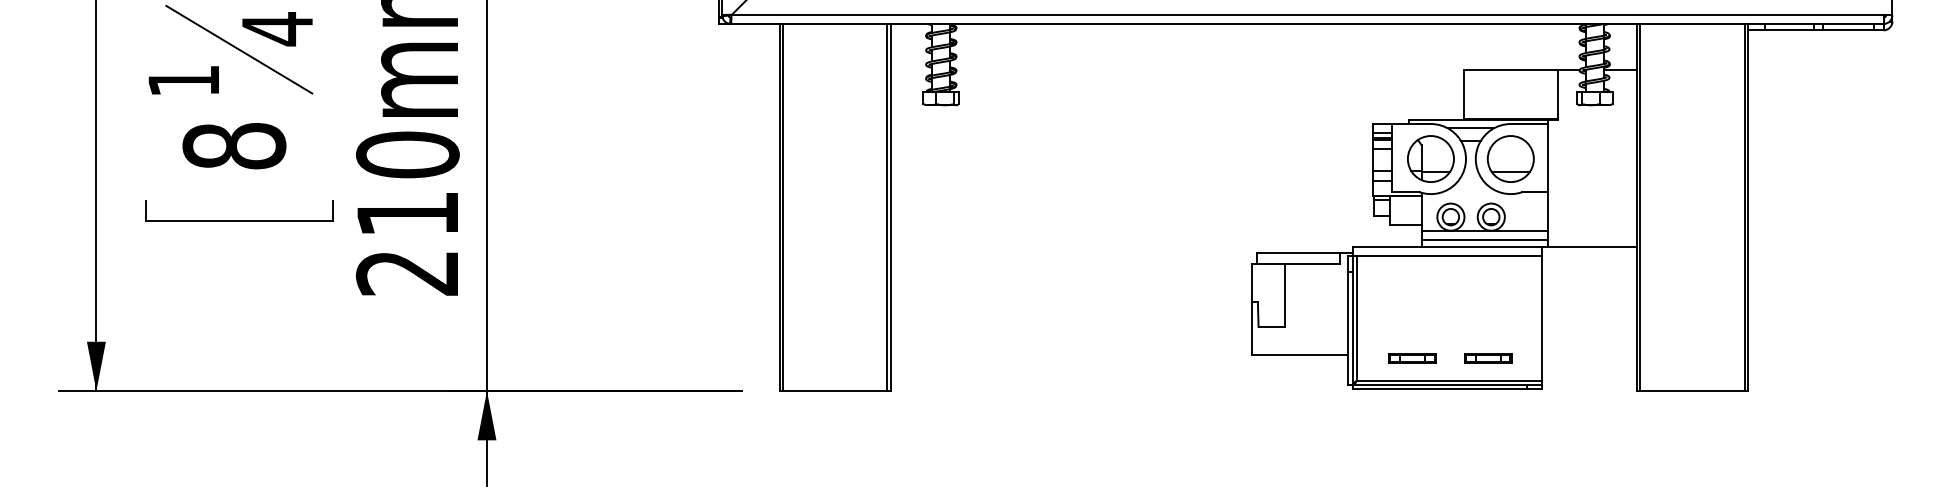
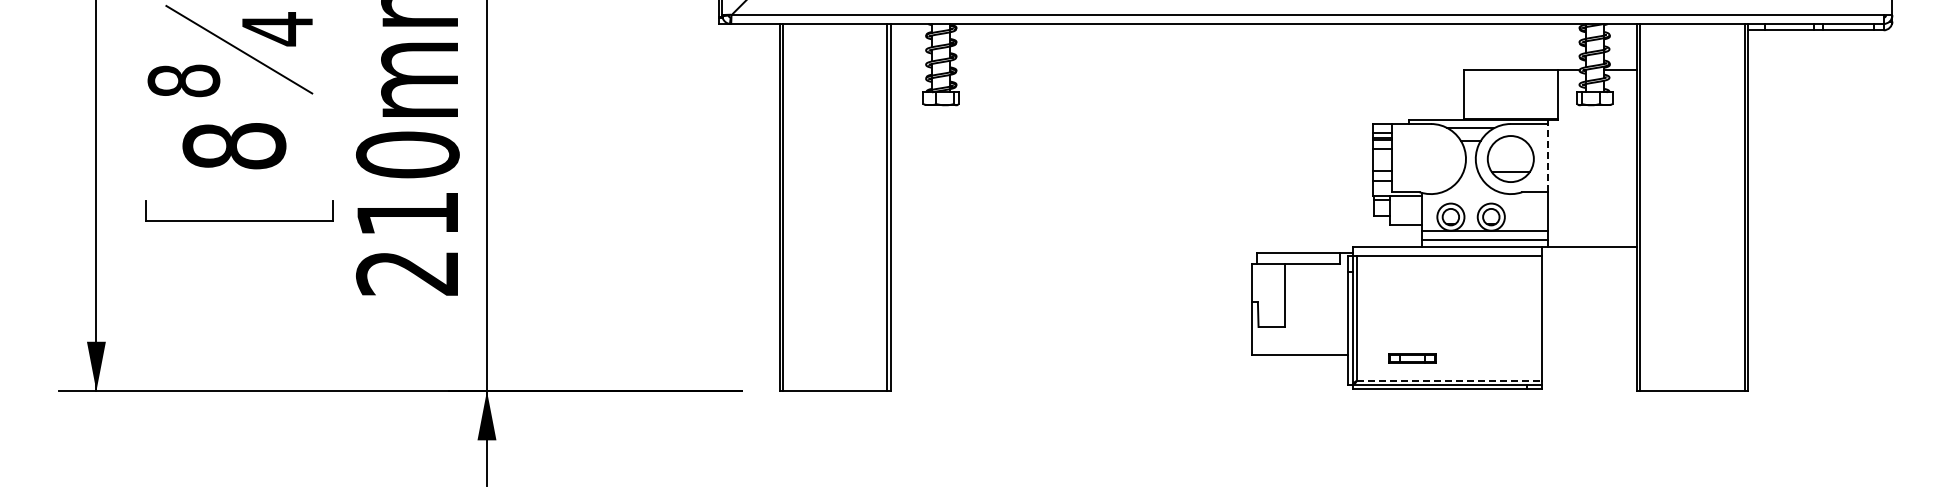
text at (183, 80): 1 -> 8
line at (1548, 157): solid -> dashed
part at (1430, 158): present -> none
part at (1488, 358): present -> none
line at (1449, 380): solid -> dashed
